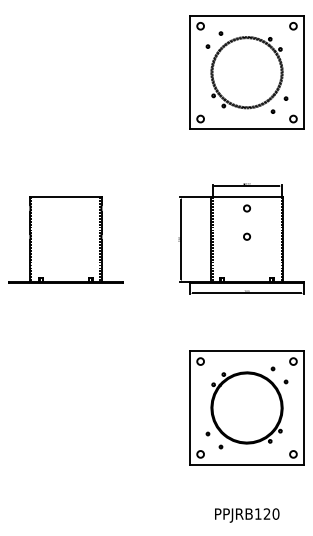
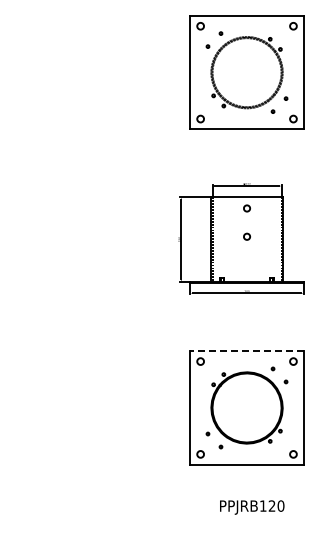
part at (65, 239): present -> none
line at (247, 351): solid -> dashed
text at (247, 515) position: (247, 515) -> (252, 507)
